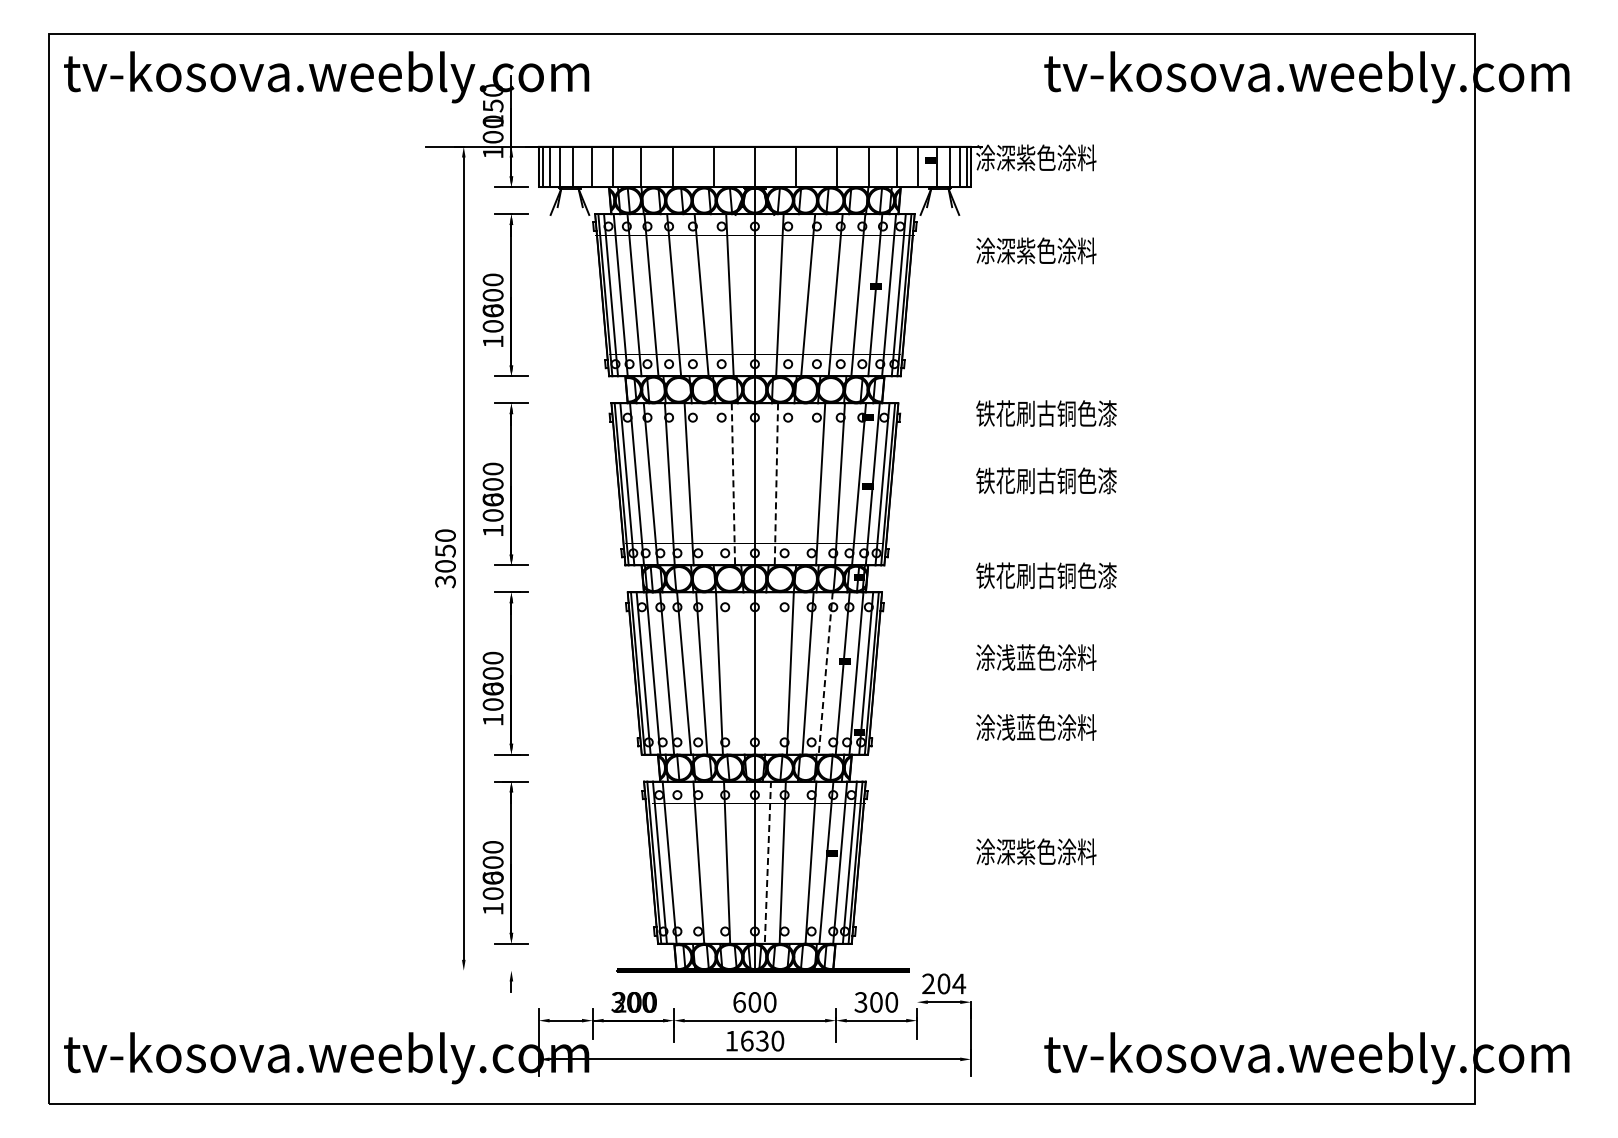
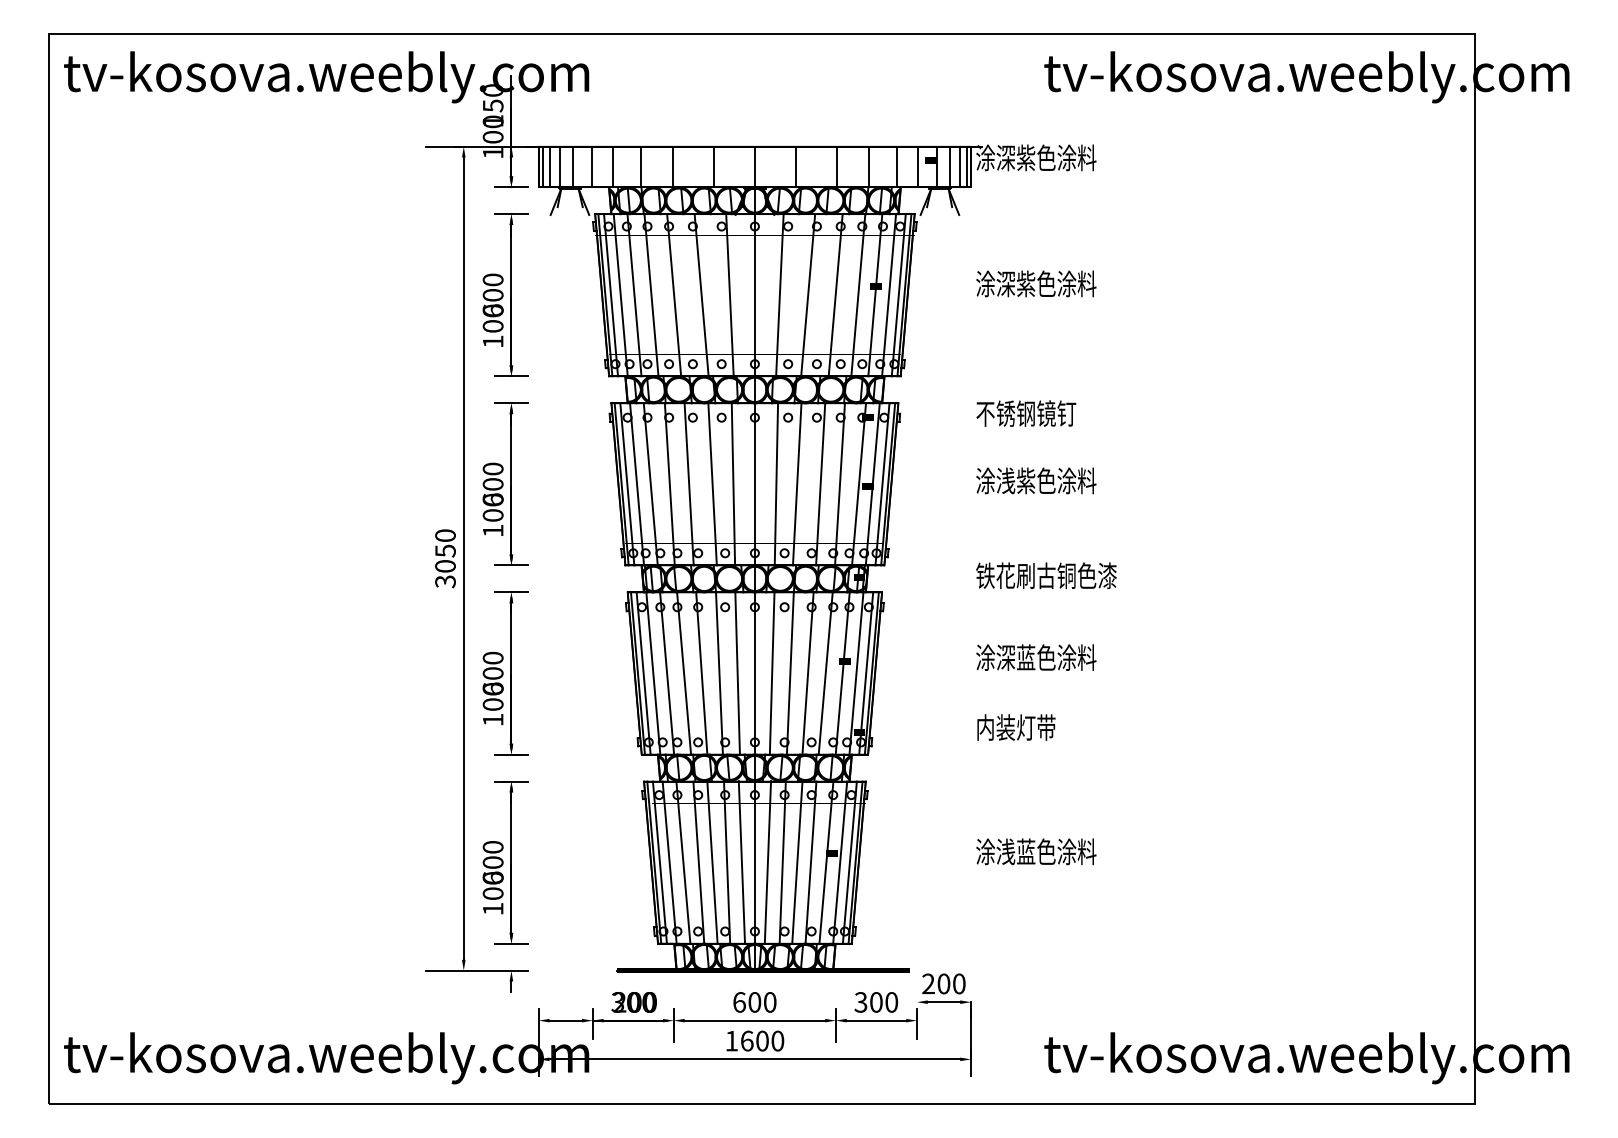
text at (1036, 250) position: (1036, 250) -> (1036, 283)
text at (1046, 413): 铁花刷古铜色漆 -> 不锈钢镜钉
text at (1046, 480): 铁花刷古铜色漆 -> 涂浅紫色涂料
line at (712, 484): none -> present
line at (733, 484): dashed -> solid
line at (776, 484): dashed -> solid
line at (796, 484): none -> present
text at (1006, 657): 涂浅蓝色涂料 -> 涂深蓝色涂料
line at (737, 673): none -> present
line at (771, 673): none -> present
line at (825, 674): dashed -> solid
text at (1036, 727): 涂浅蓝色涂料 -> 内装灯带
text at (1016, 851): 涂深紫色涂料 -> 涂浅蓝色涂料
line at (683, 862): none -> present
line at (712, 862): none -> present
line at (741, 862): none -> present
line at (767, 862): dashed -> solid
line at (797, 862): none -> present
line at (477, 970): none -> present
text at (959, 983): 204 -> 200
text at (762, 1040): 1630 -> 1600
